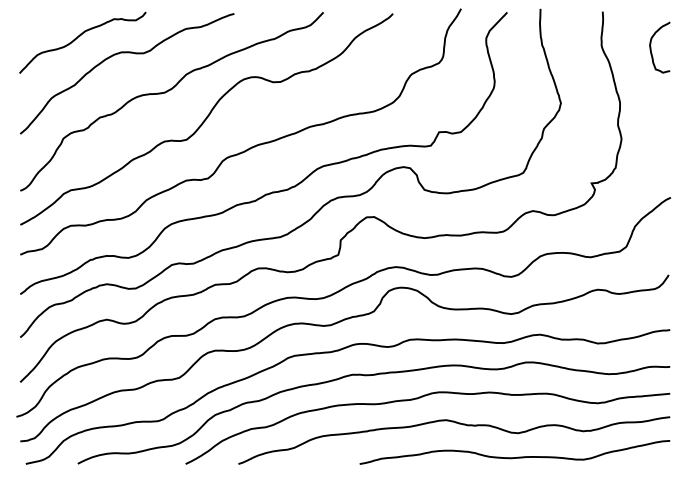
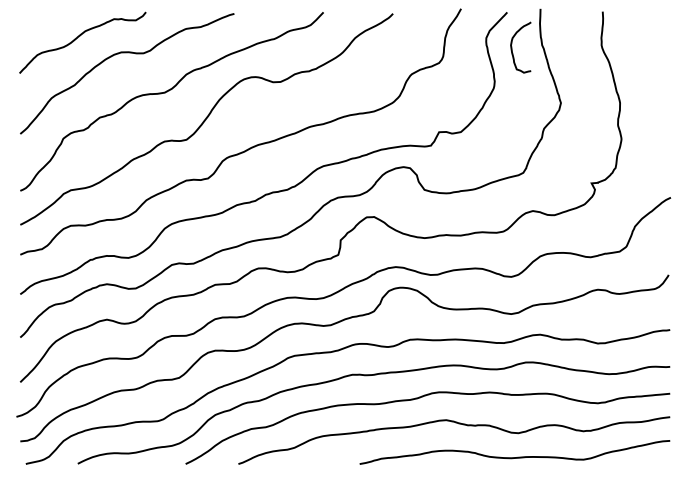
curve at (651, 47) position: (651, 47) -> (512, 47)
